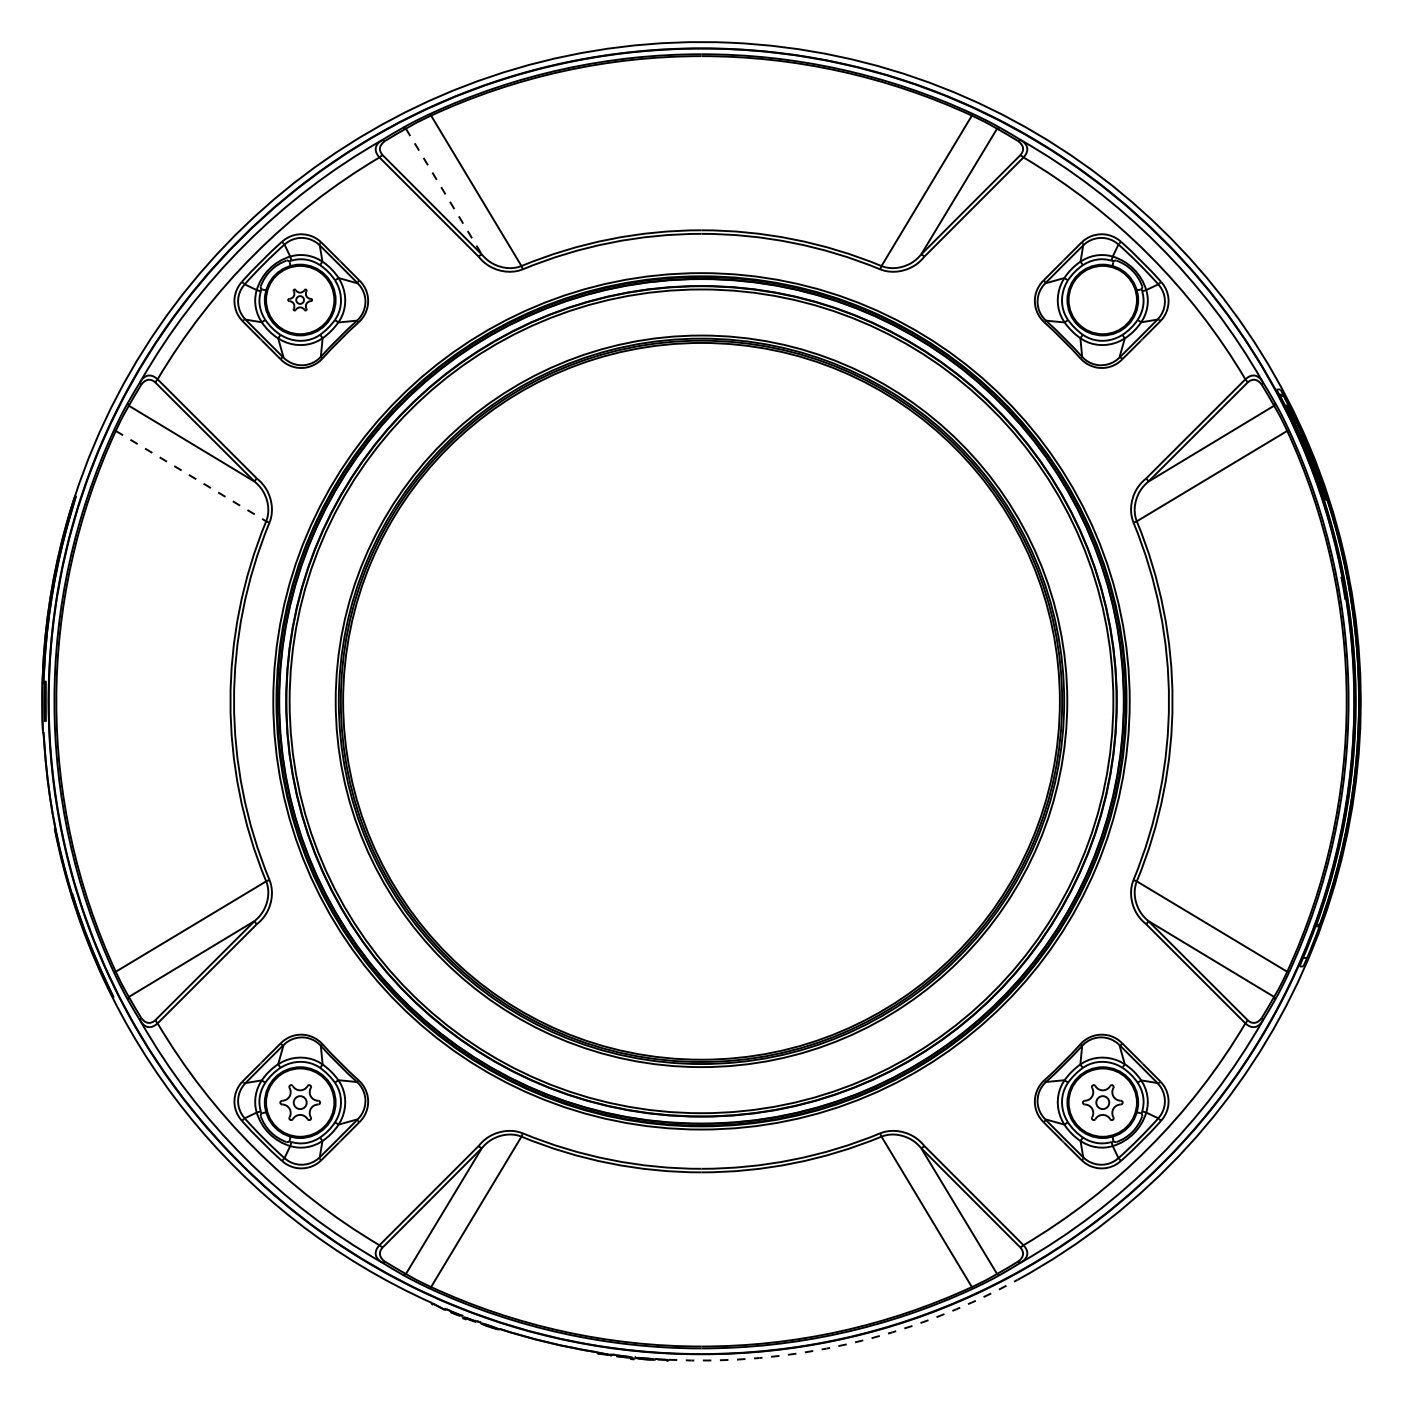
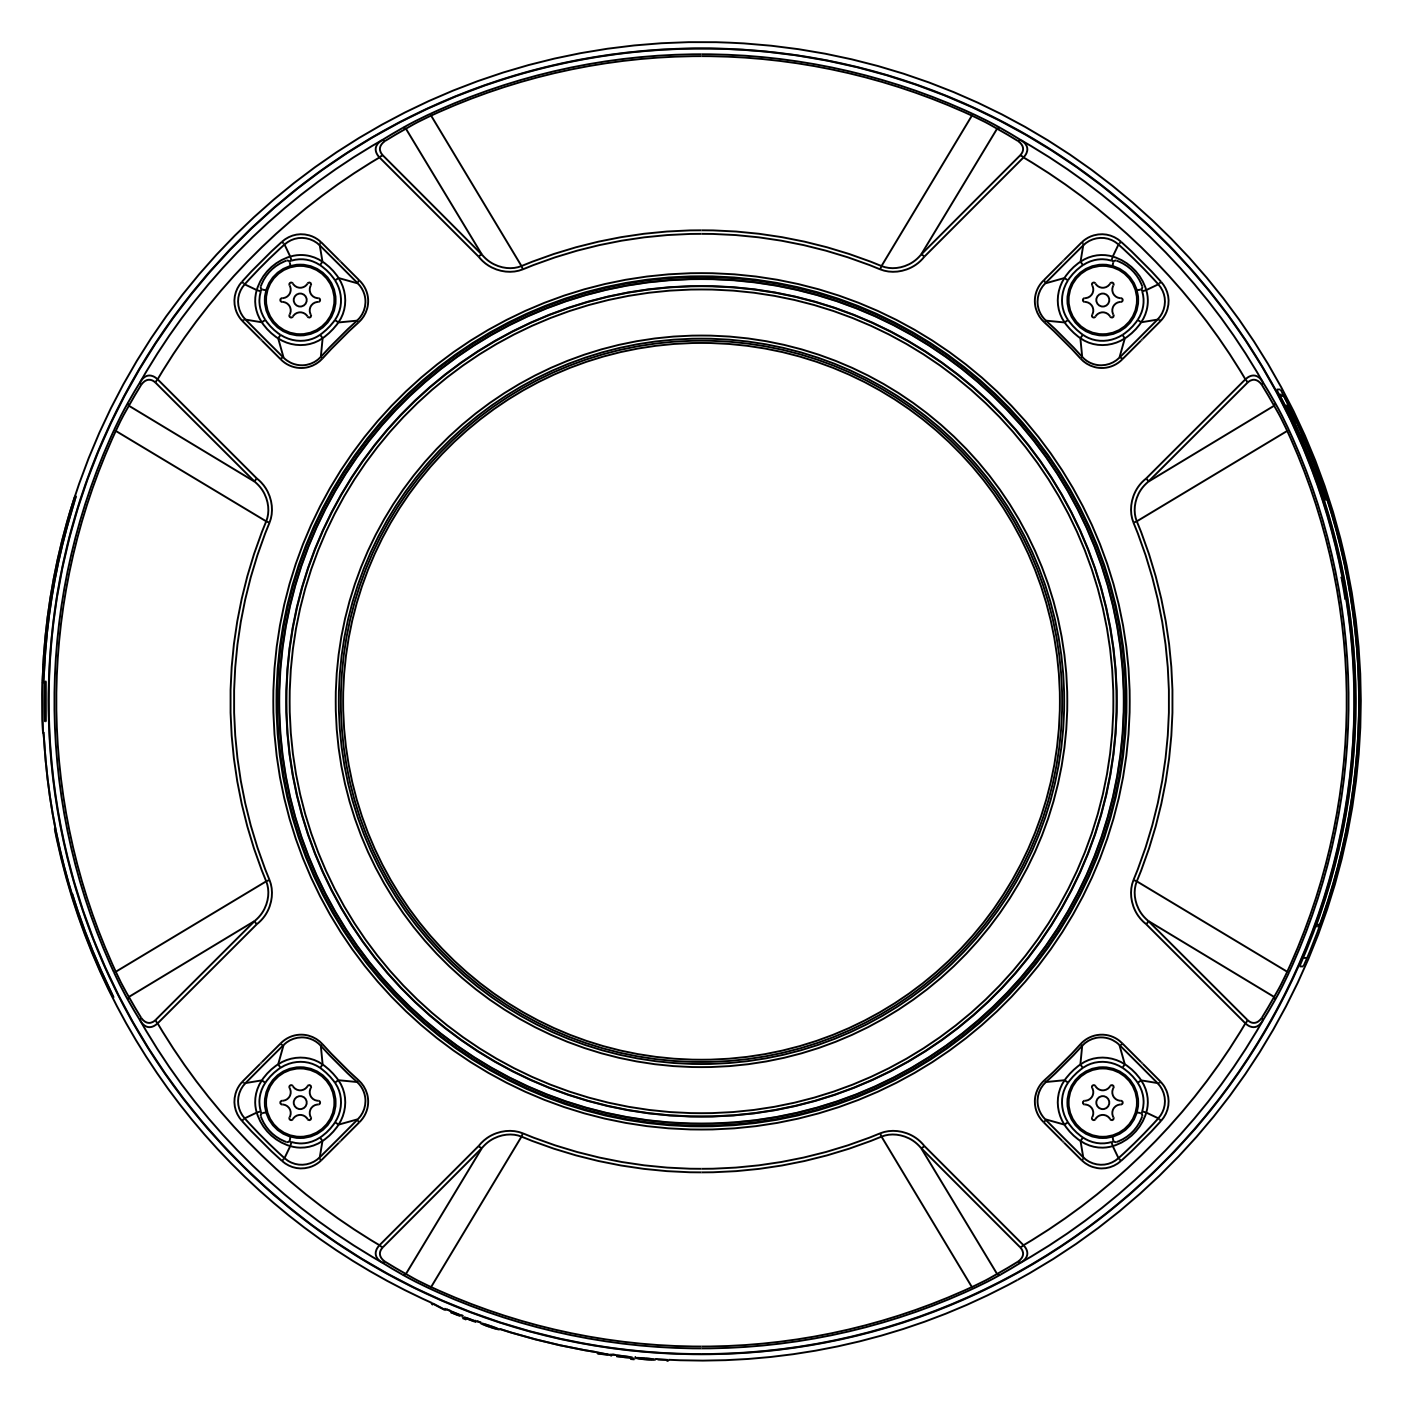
line at (444, 192): dashed -> solid
part at (299, 299) size: 26x24 px -> 42x38 px
part at (1102, 299): none -> present
line at (190, 476): dashed -> solid
line at (848, 1343): dashed -> solid
